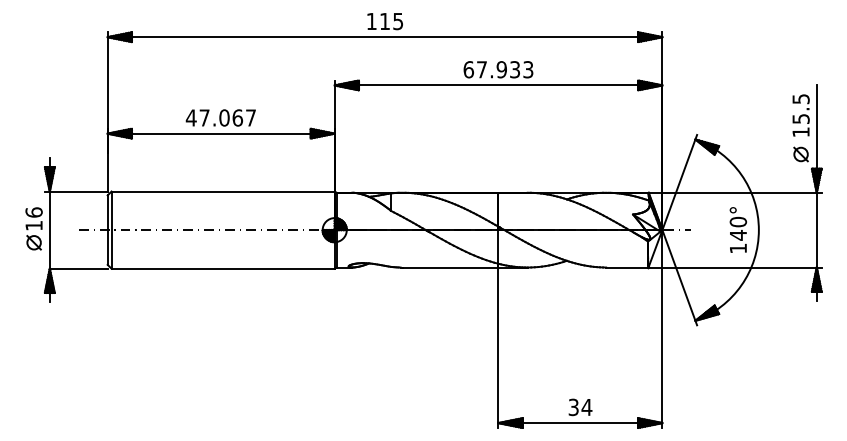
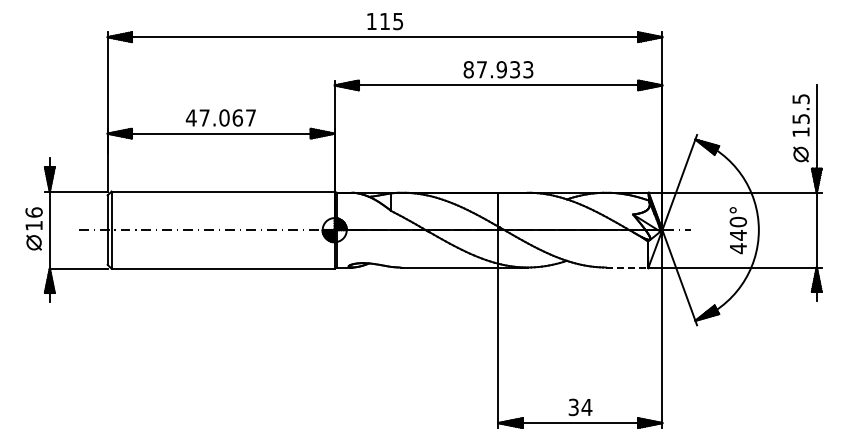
text at (468, 69): 67.933 -> 87.933
text at (738, 248): 140° -> 440°
line at (627, 267): solid -> dashed
